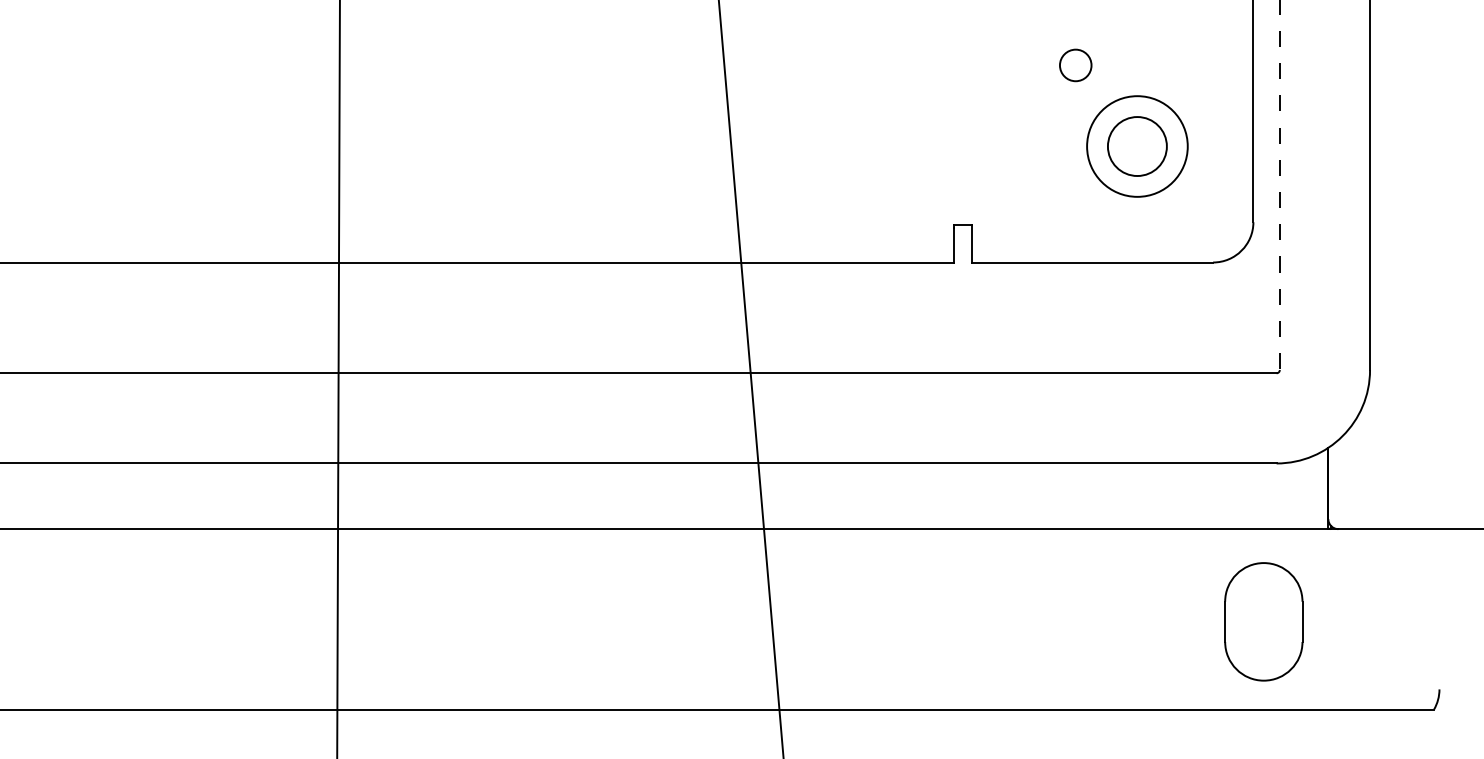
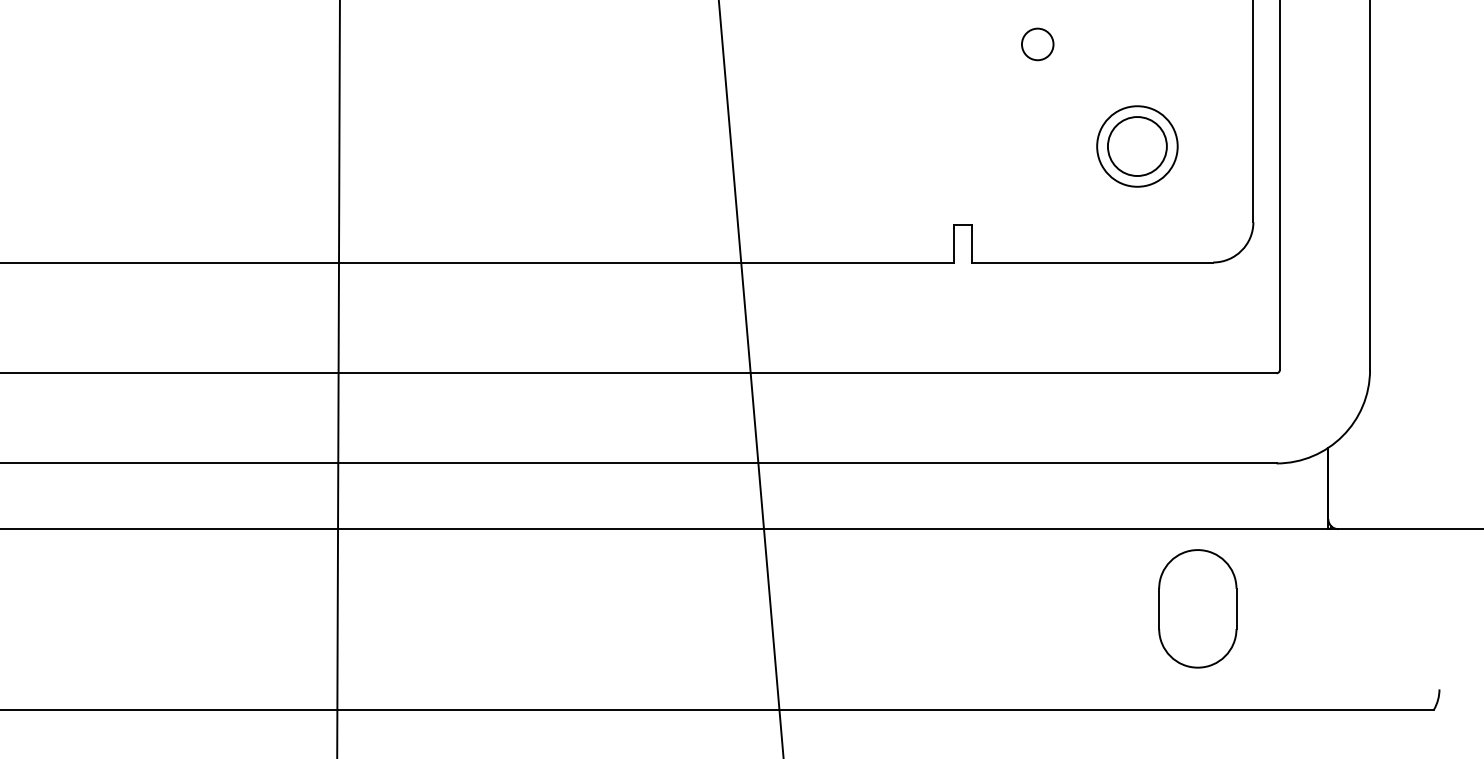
circle at (1075, 65) position: (1075, 65) -> (1037, 44)
circle at (1137, 146) diameter: 101 px -> 81 px
line at (1279, 185): dashed -> solid
part at (1263, 621) position: (1263, 621) -> (1197, 608)
